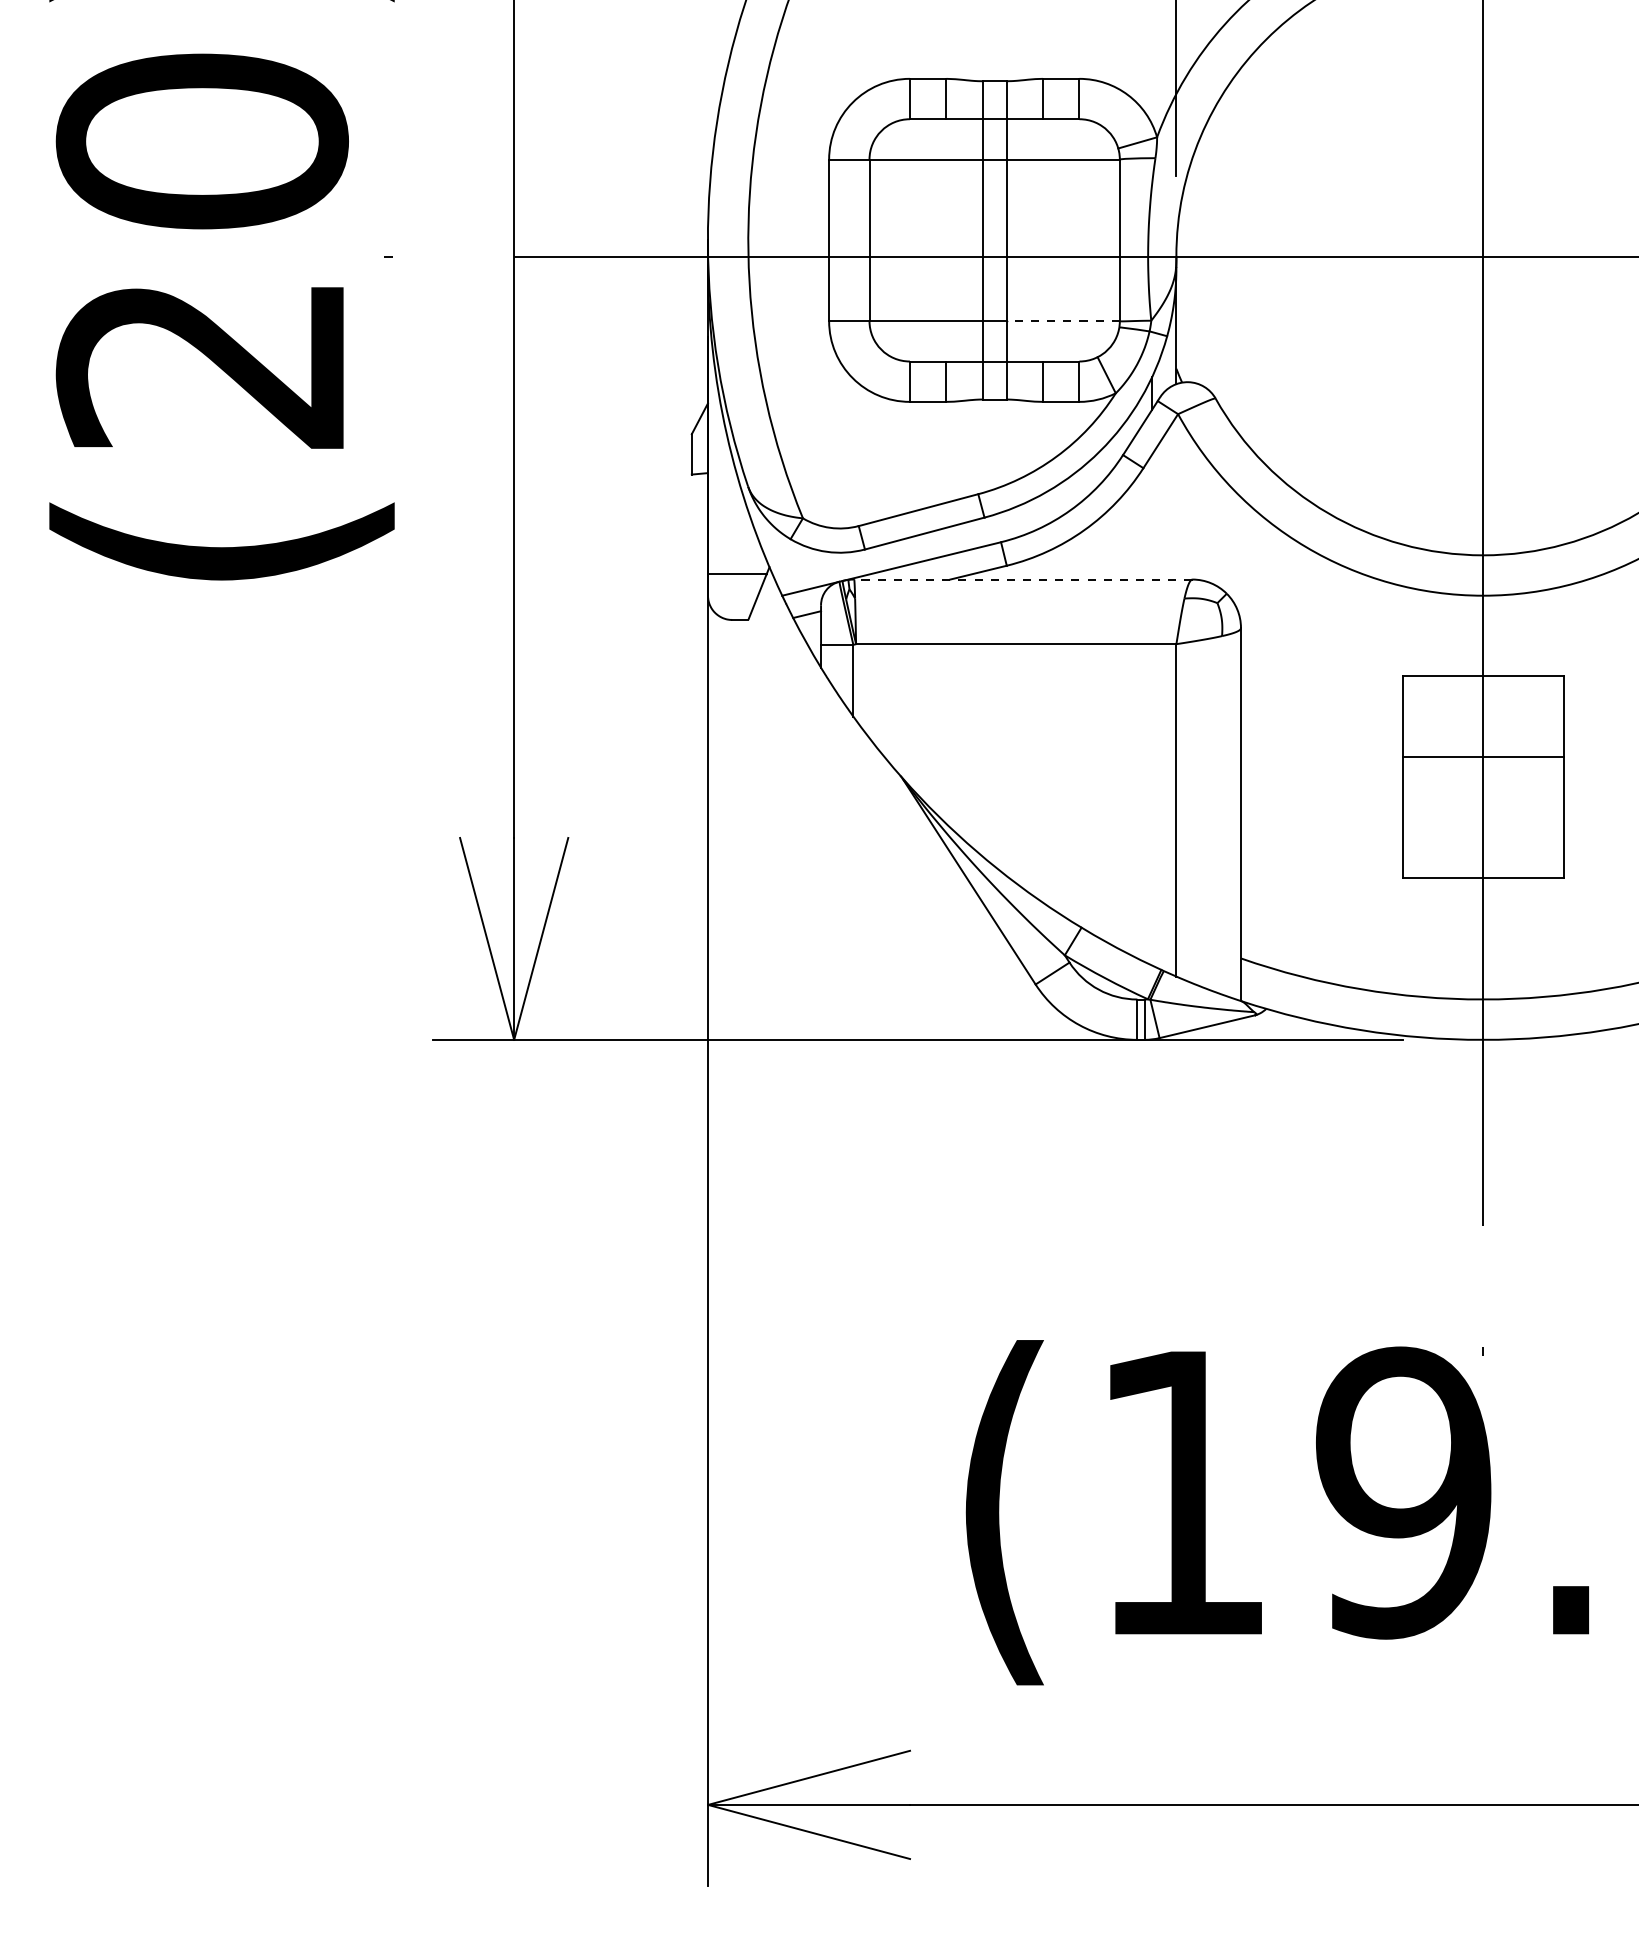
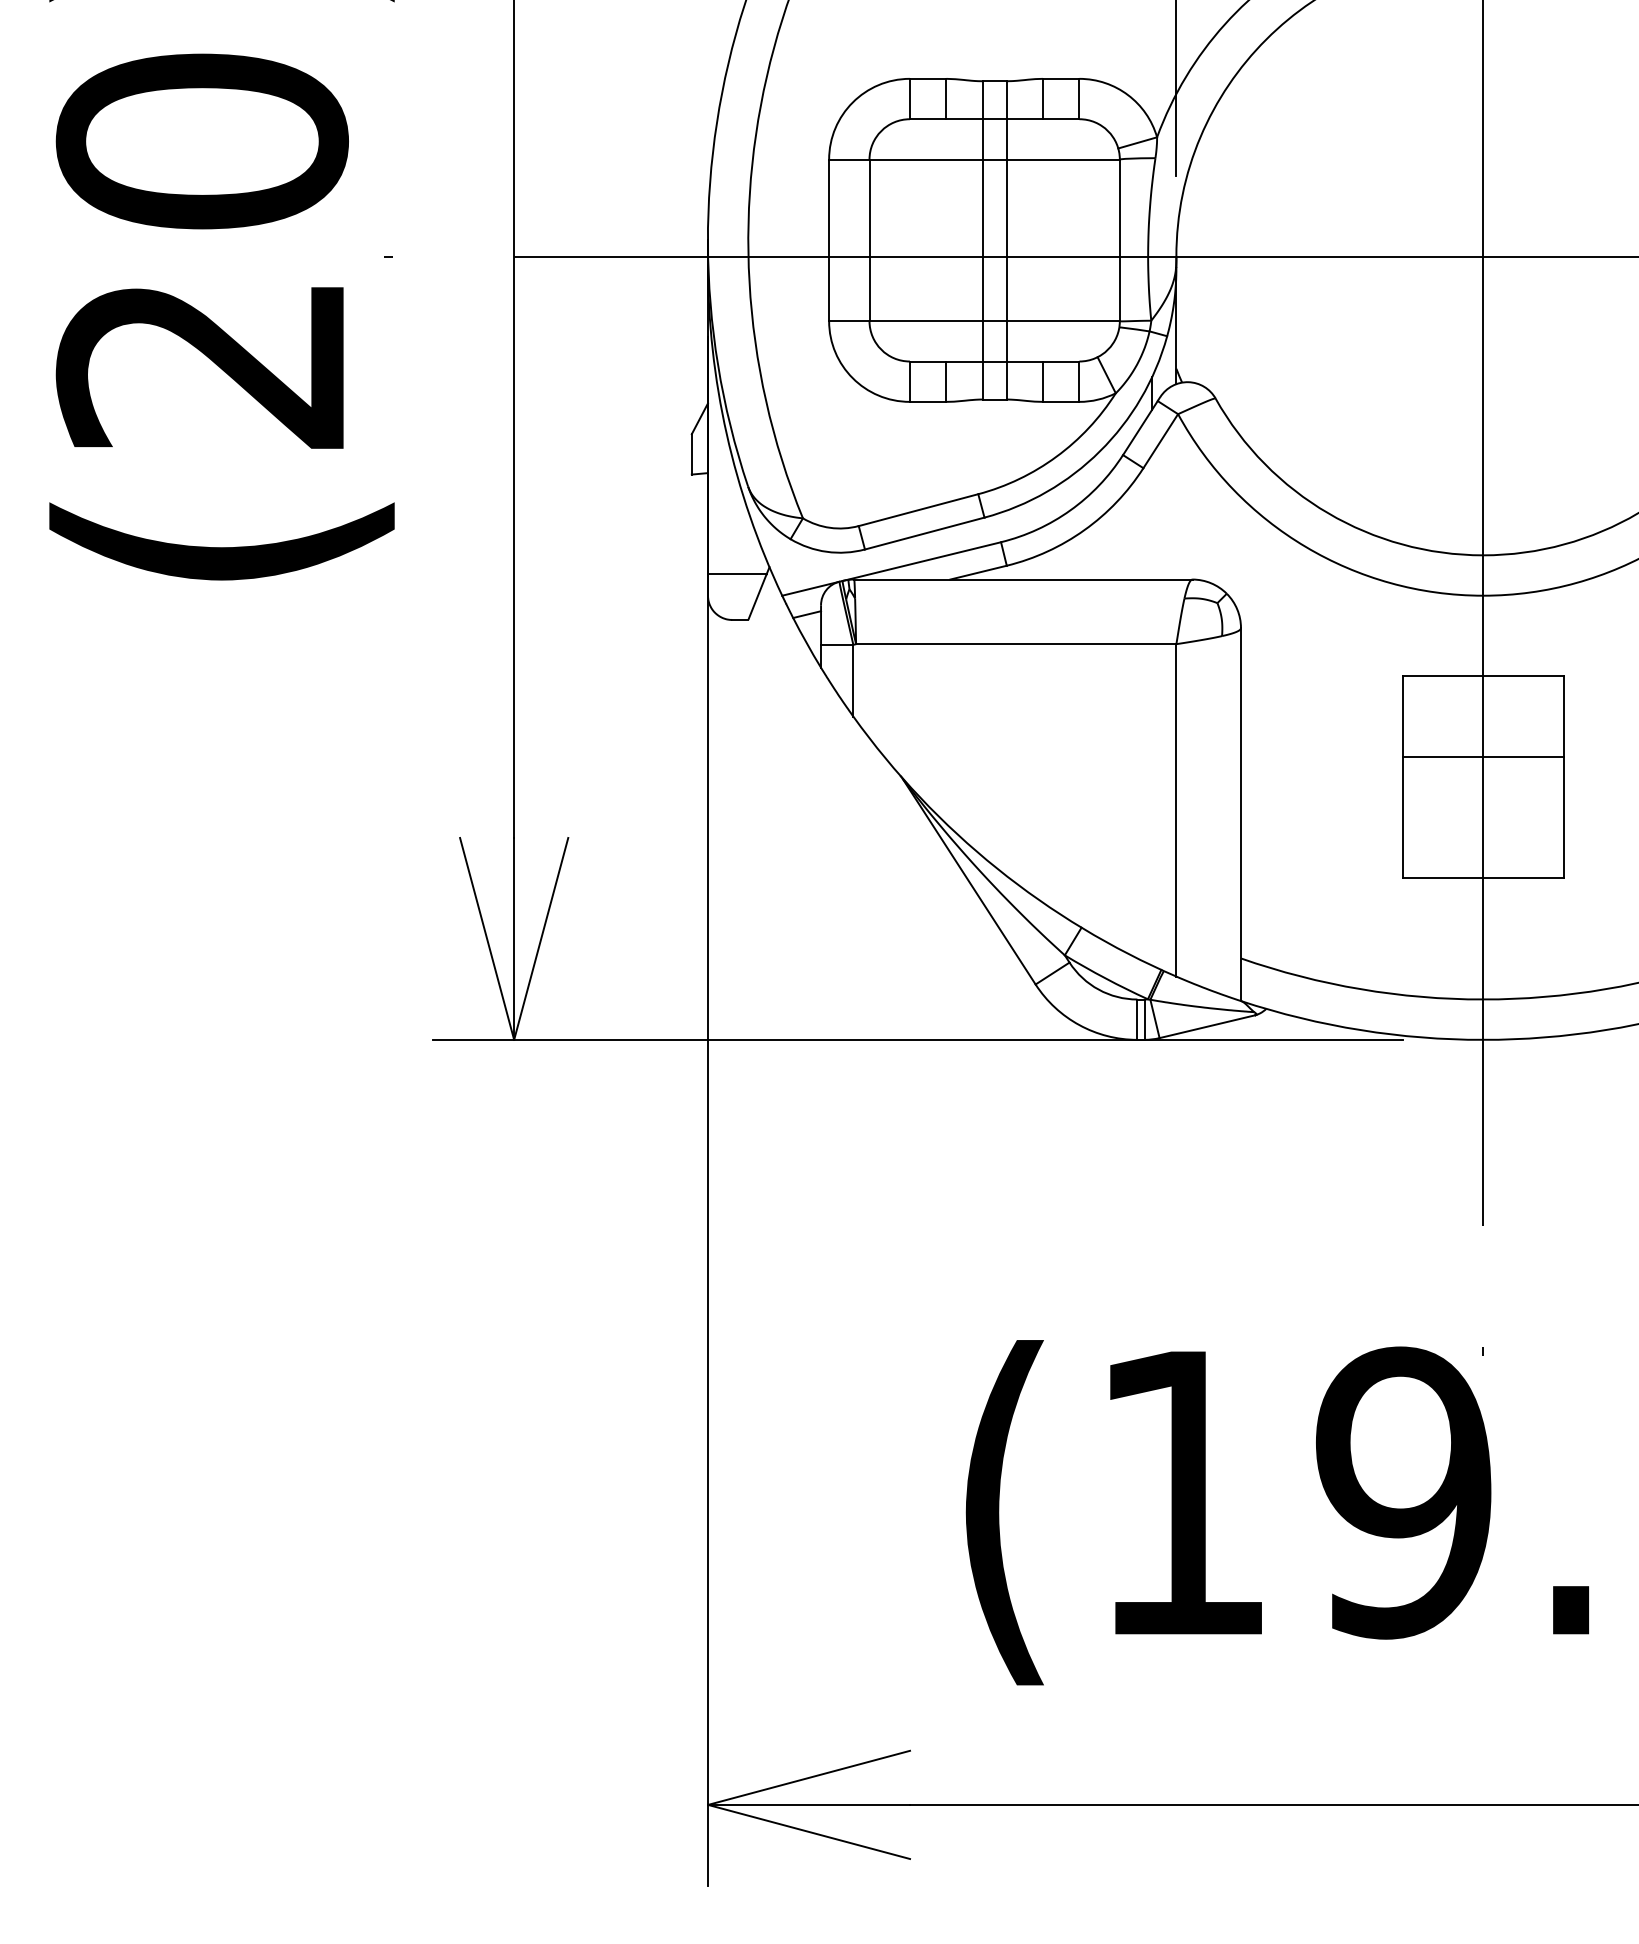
line at (1063, 321): dashed -> solid
line at (1022, 579): dashed -> solid
